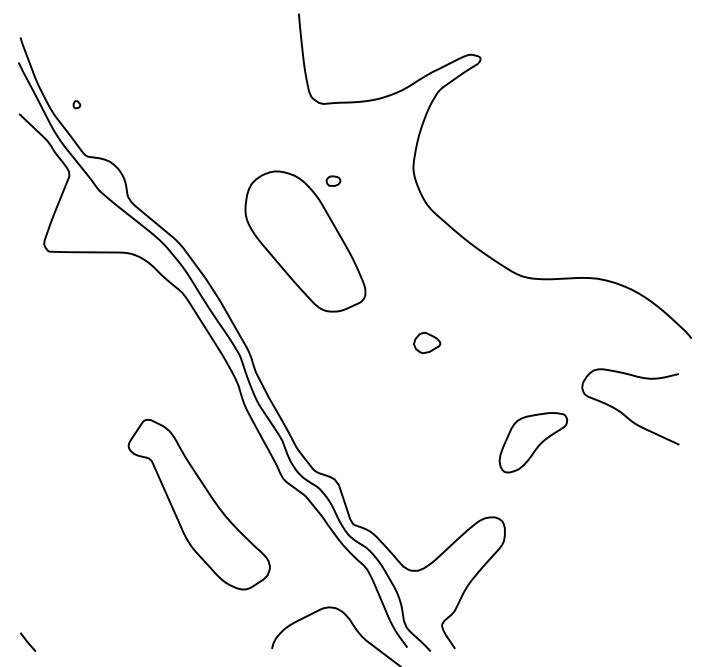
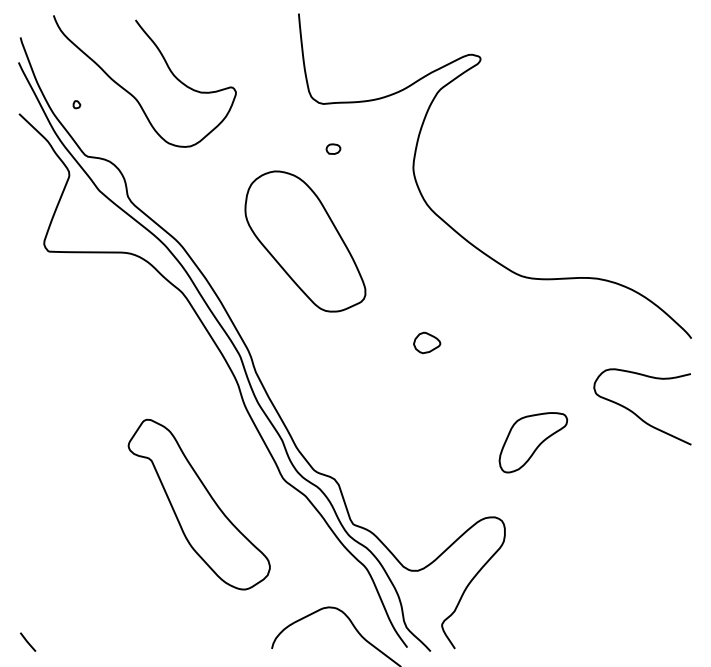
curve at (131, 93): none -> present
part at (333, 180) position: (333, 180) -> (333, 148)
curve at (625, 414) position: (625, 414) -> (637, 414)
